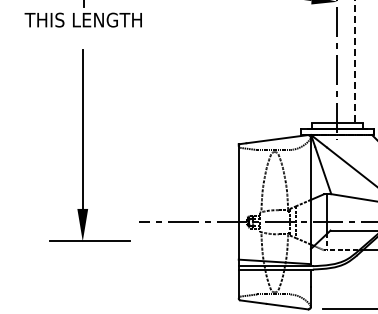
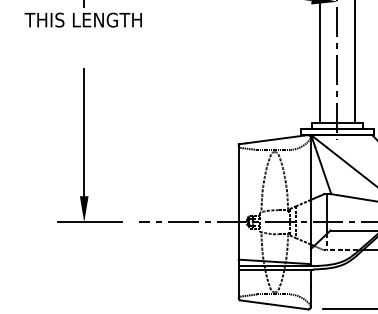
line at (354, 61): dashed -> solid
line at (320, 62): none -> present
part at (89, 145) size: 82x193 px -> 66x155 px
